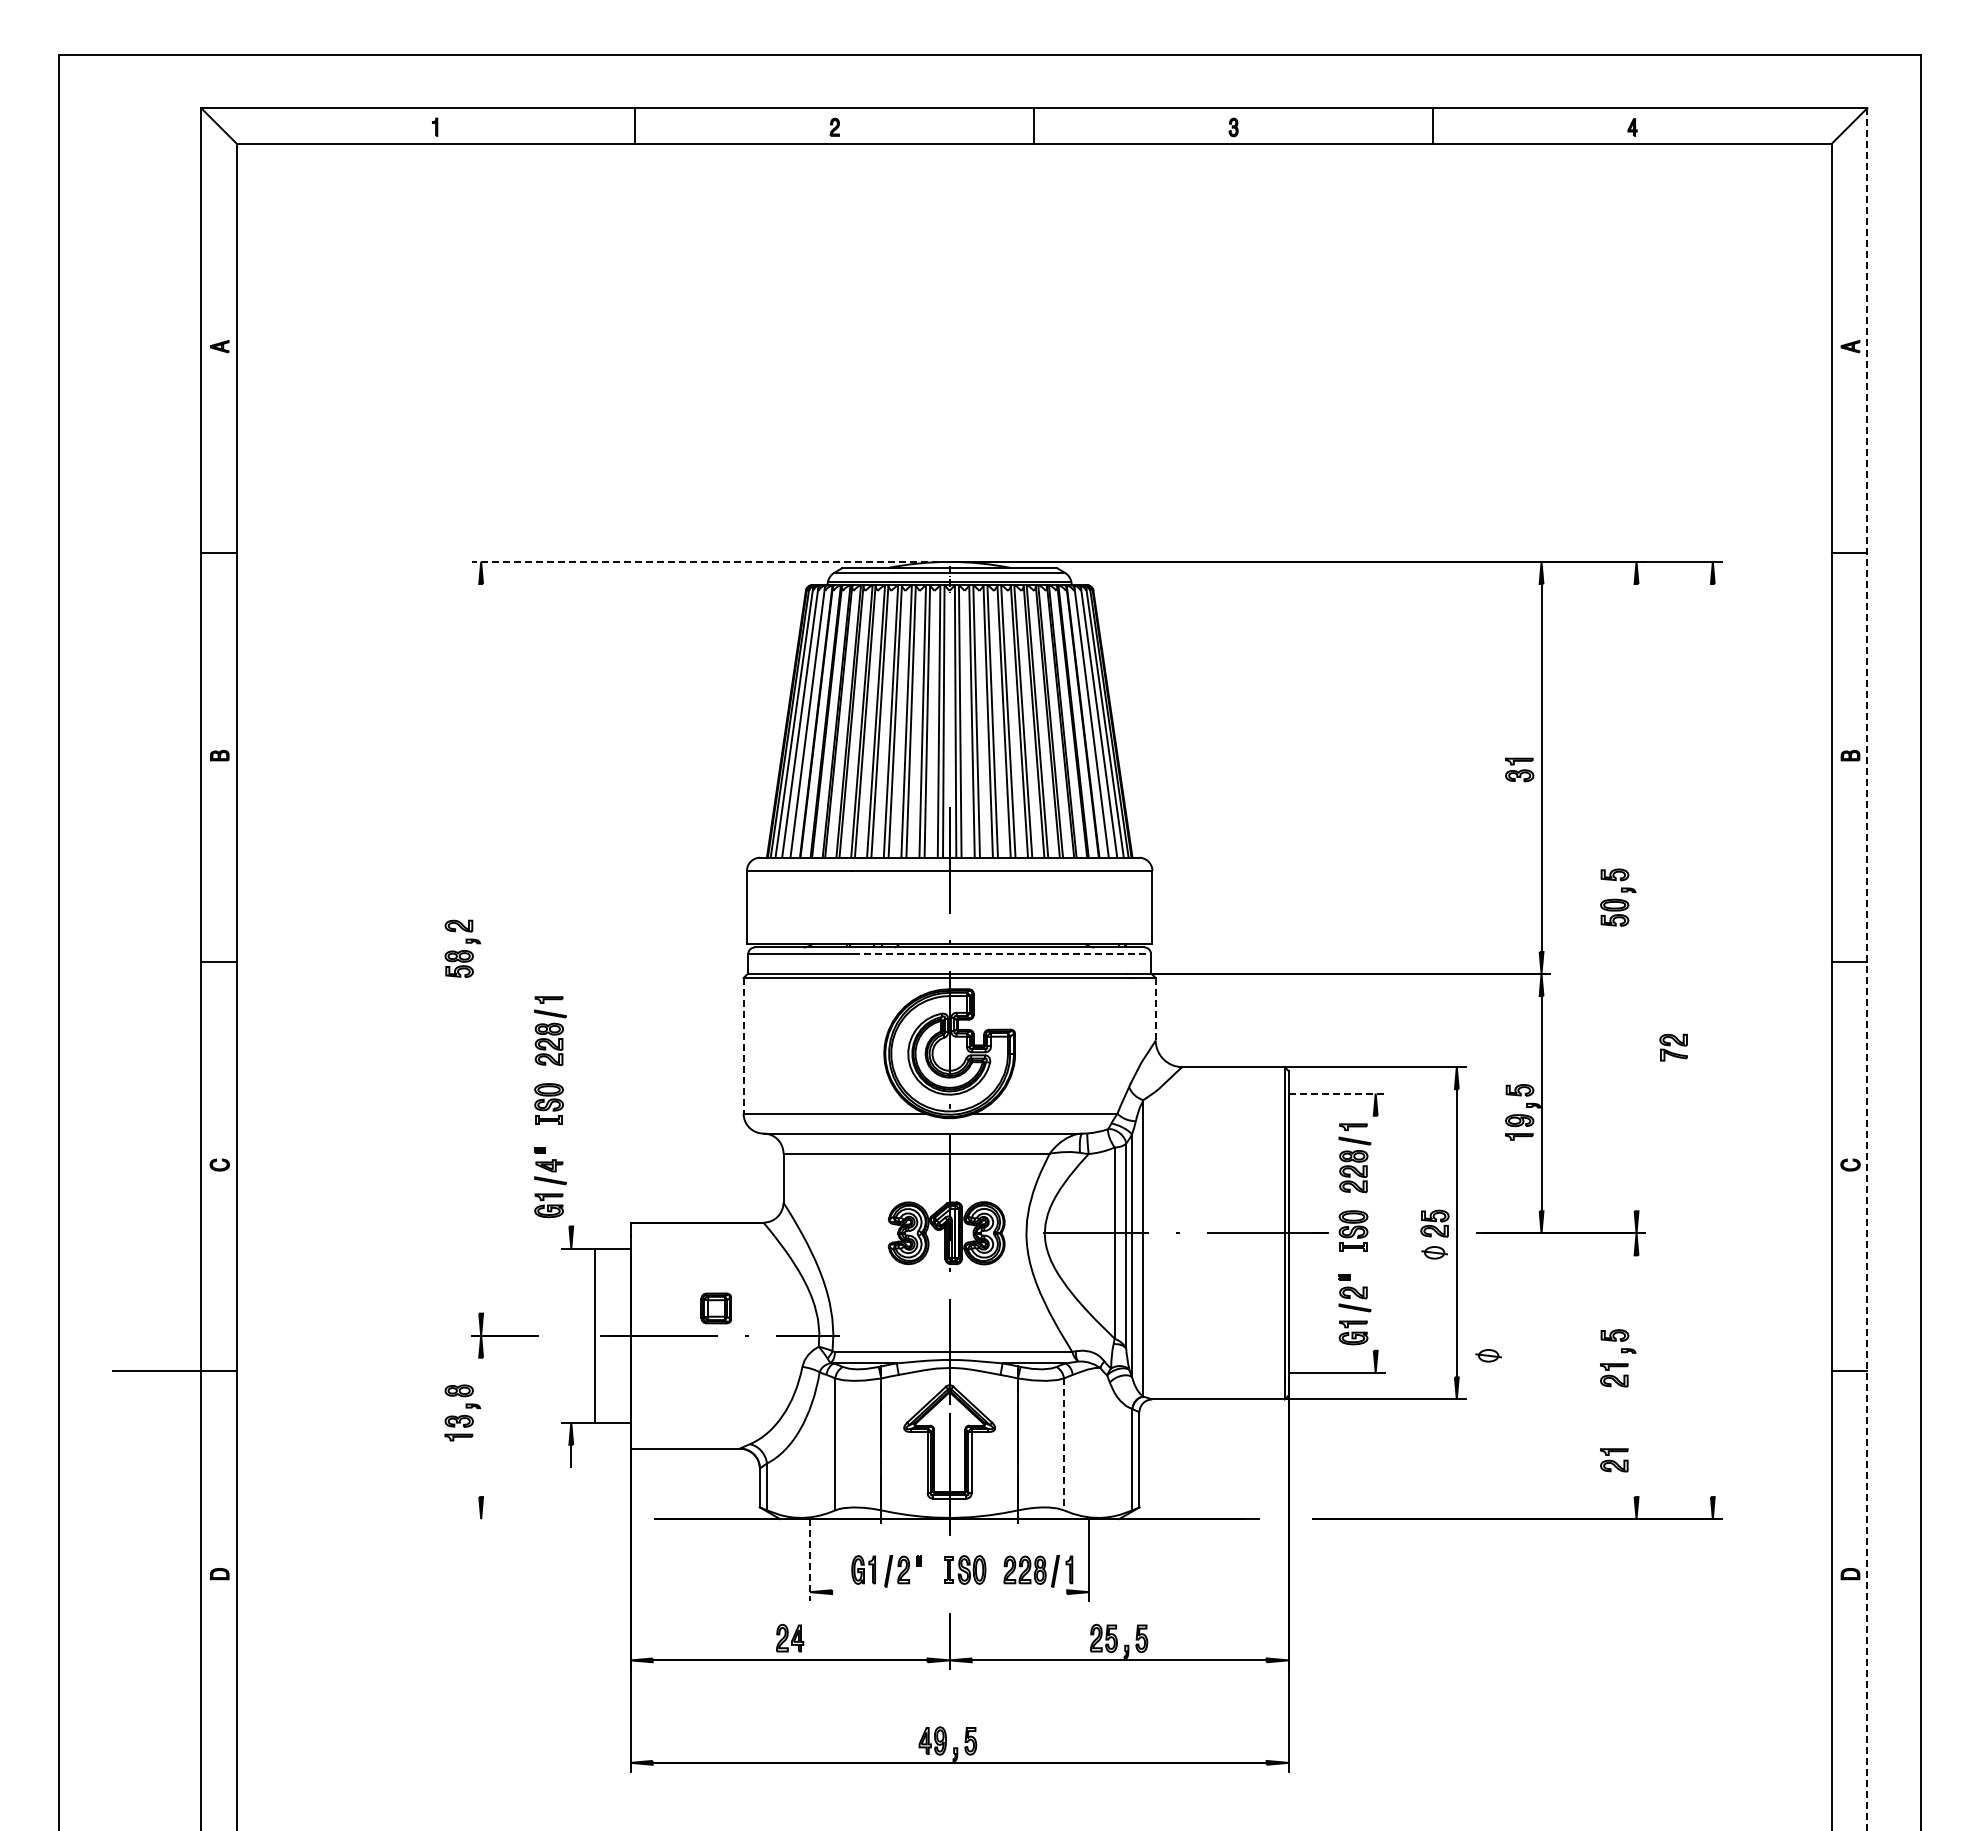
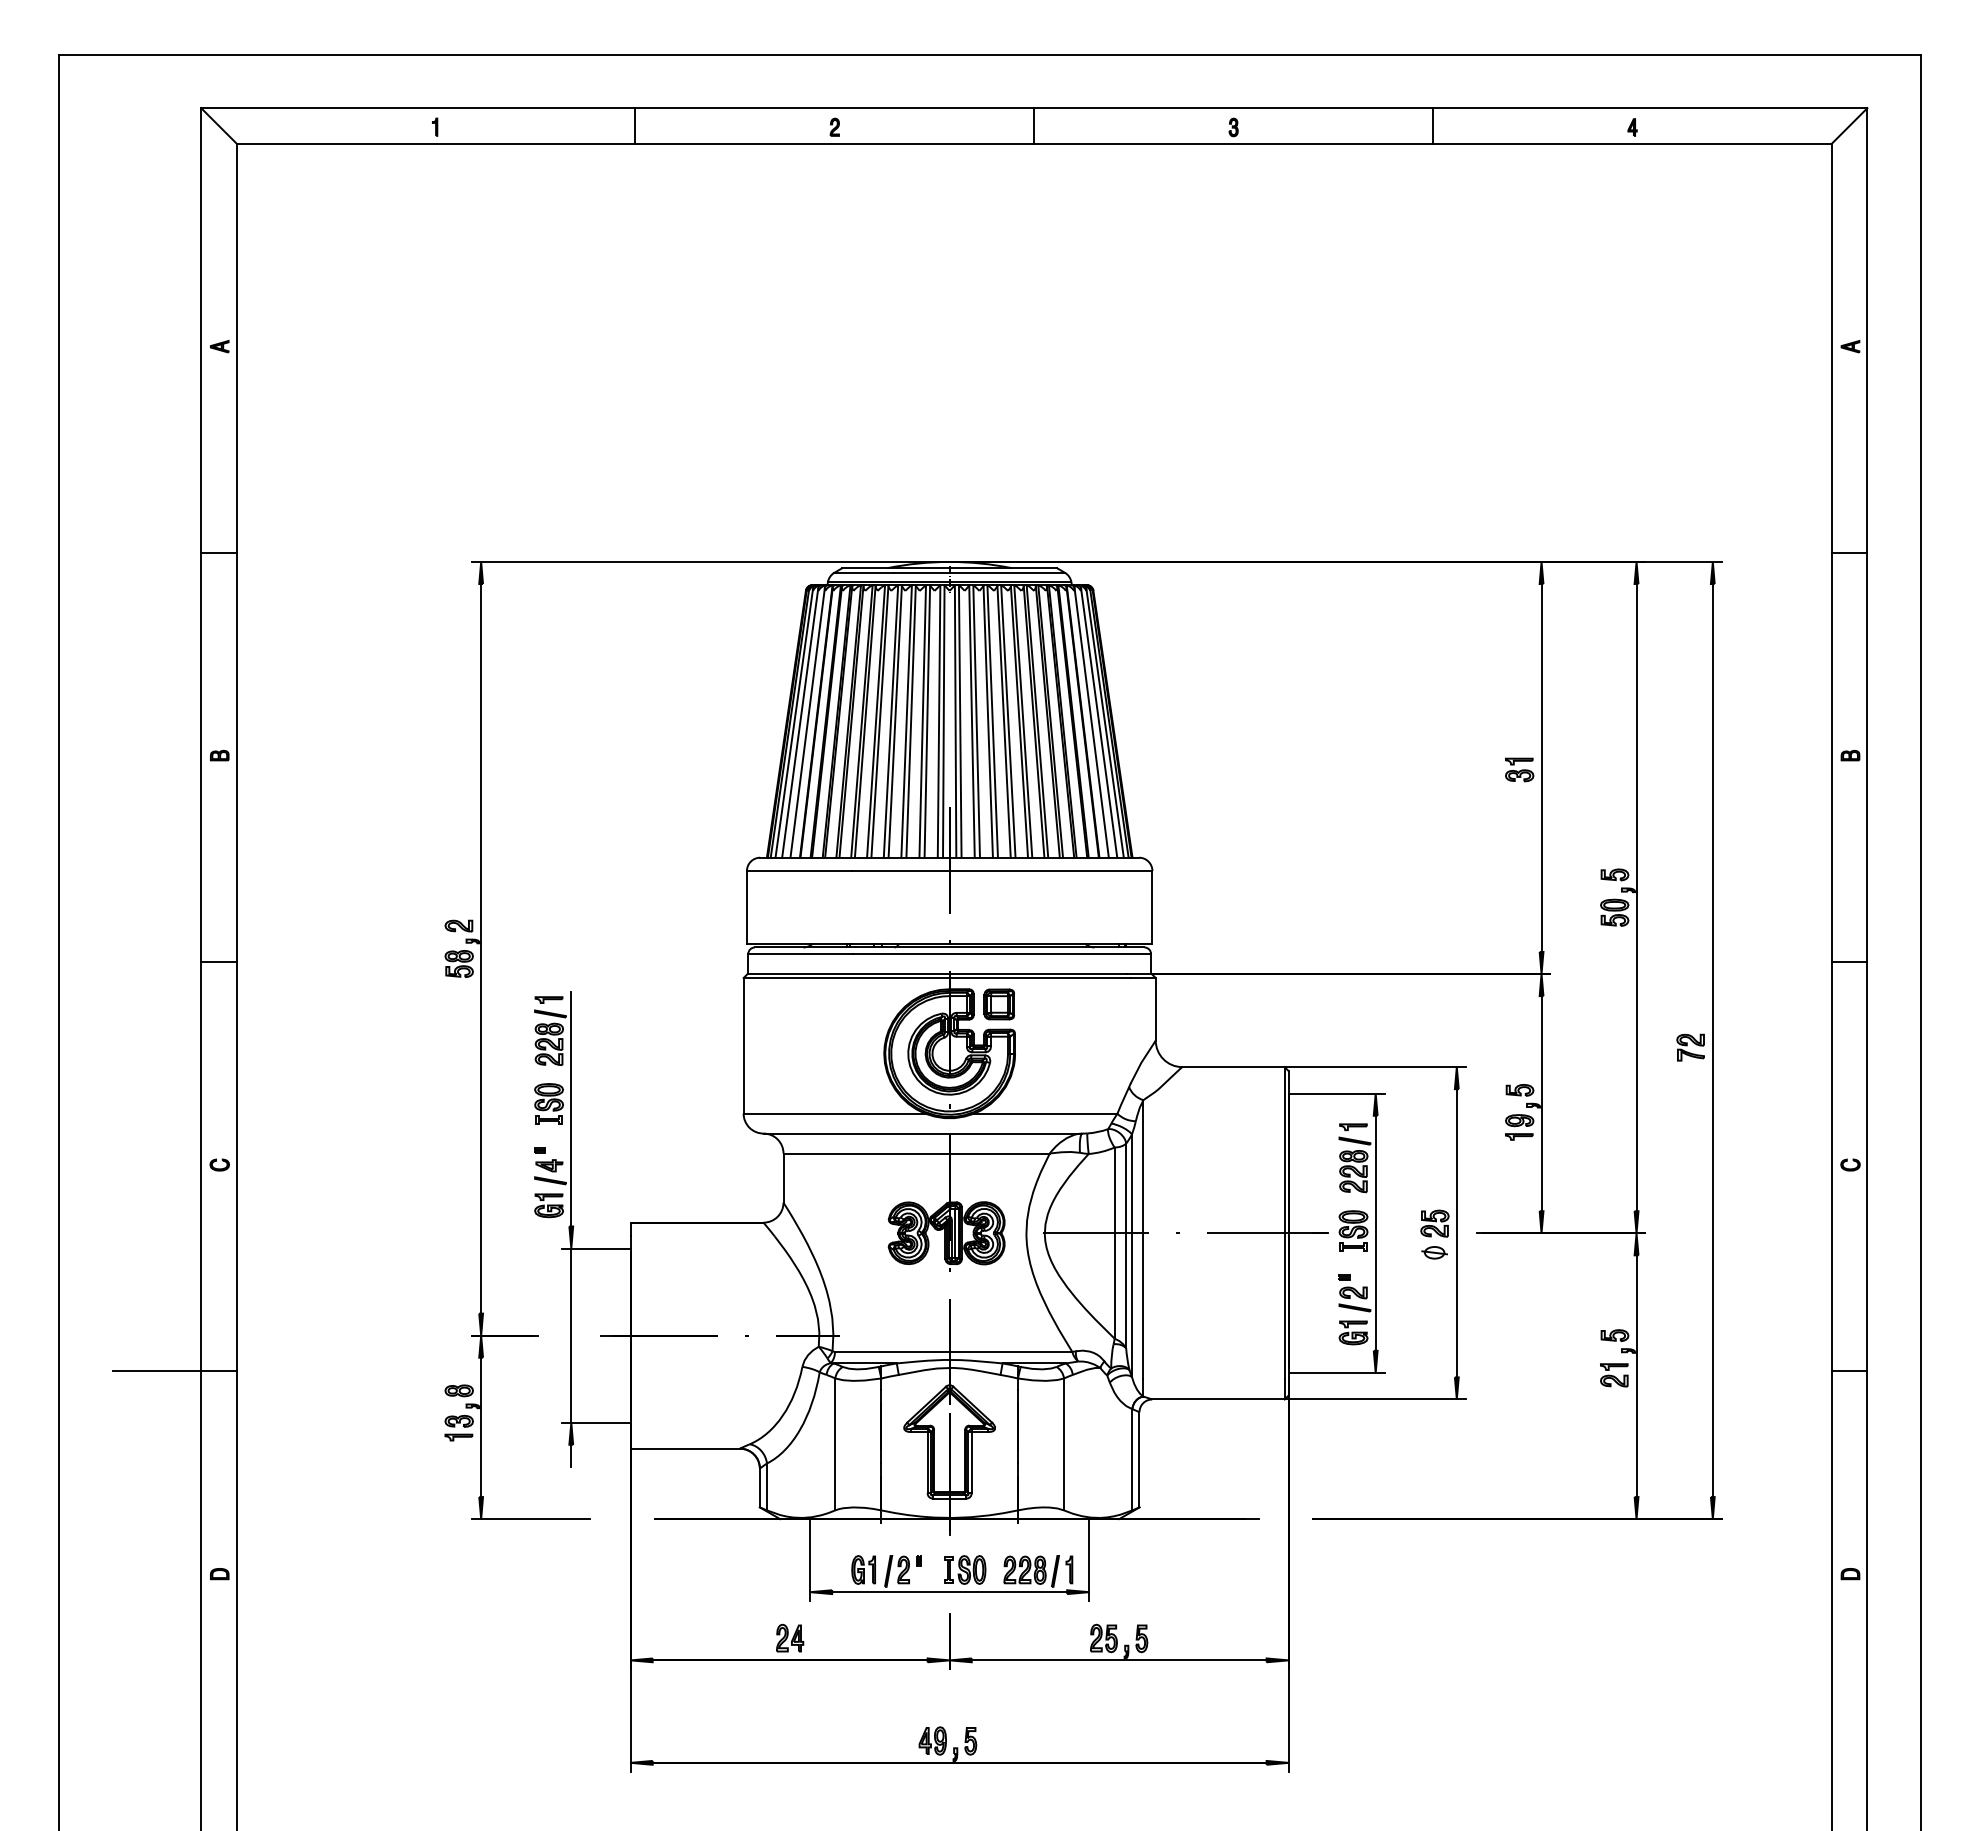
line at (710, 561): dashed -> solid
line at (1636, 897): none -> present
line at (481, 948): none -> present
line at (1002, 954): dashed -> solid
line at (1867, 969): dashed -> solid
line at (1155, 1009): dashed -> solid
line at (1712, 1040): none -> present
line at (743, 1045): dashed -> solid
part at (1673, 1047) position: (1673, 1047) -> (1690, 1047)
line at (1336, 1093): dashed -> solid
line at (571, 1108): none -> present
line at (1375, 1232): none -> present
part at (715, 1308) position: (715, 1308) -> (998, 1004)
line at (595, 1335) position: (595, 1335) -> (571, 1335)
part at (1488, 1355): present -> none
line at (1636, 1376): none -> present
line at (481, 1427): none -> present
line at (1064, 1444): dashed -> solid
part at (1614, 1460): present -> none
line at (531, 1519): none -> present
line at (810, 1560): dashed -> solid
line at (949, 1592): none -> present
